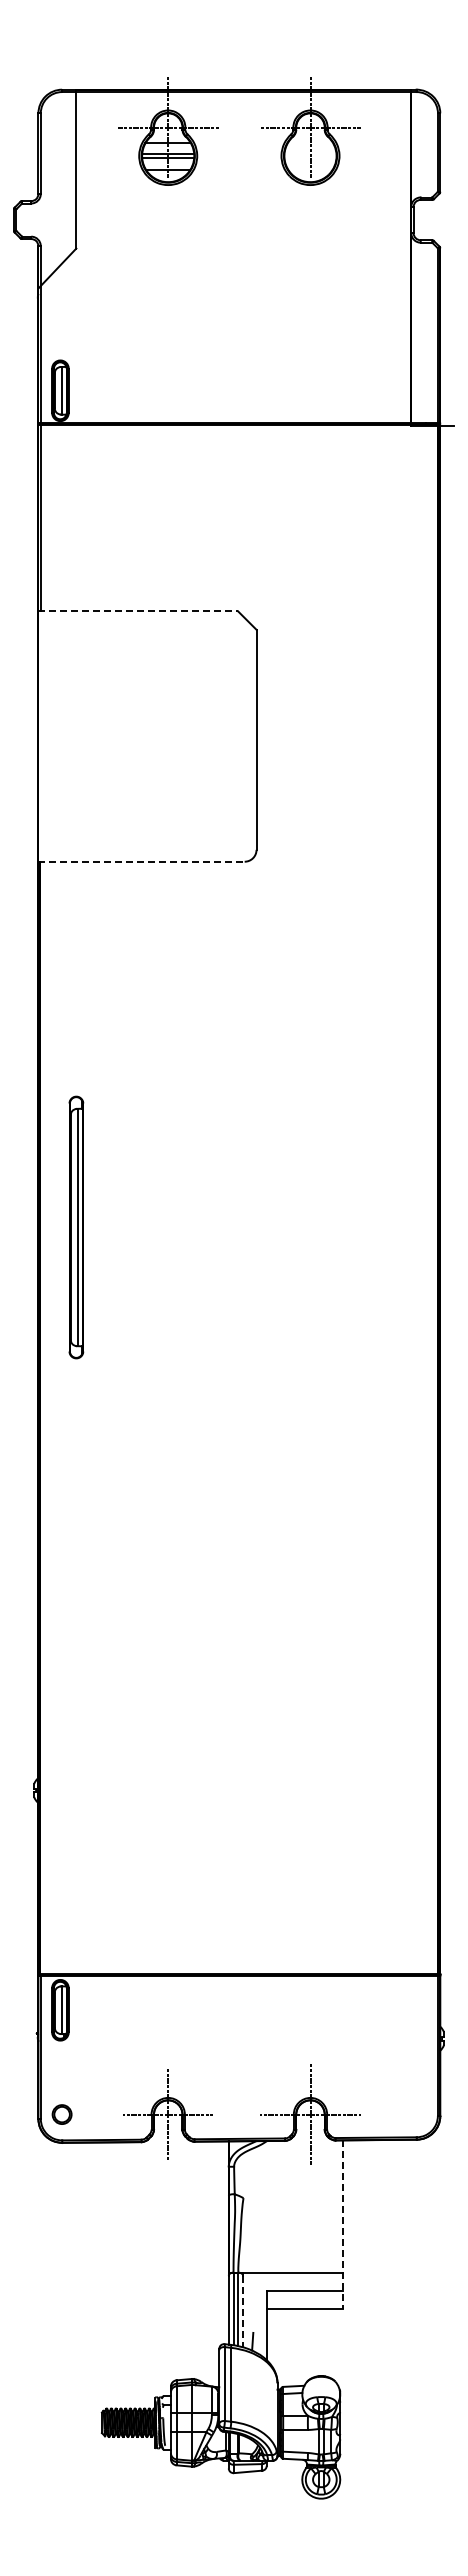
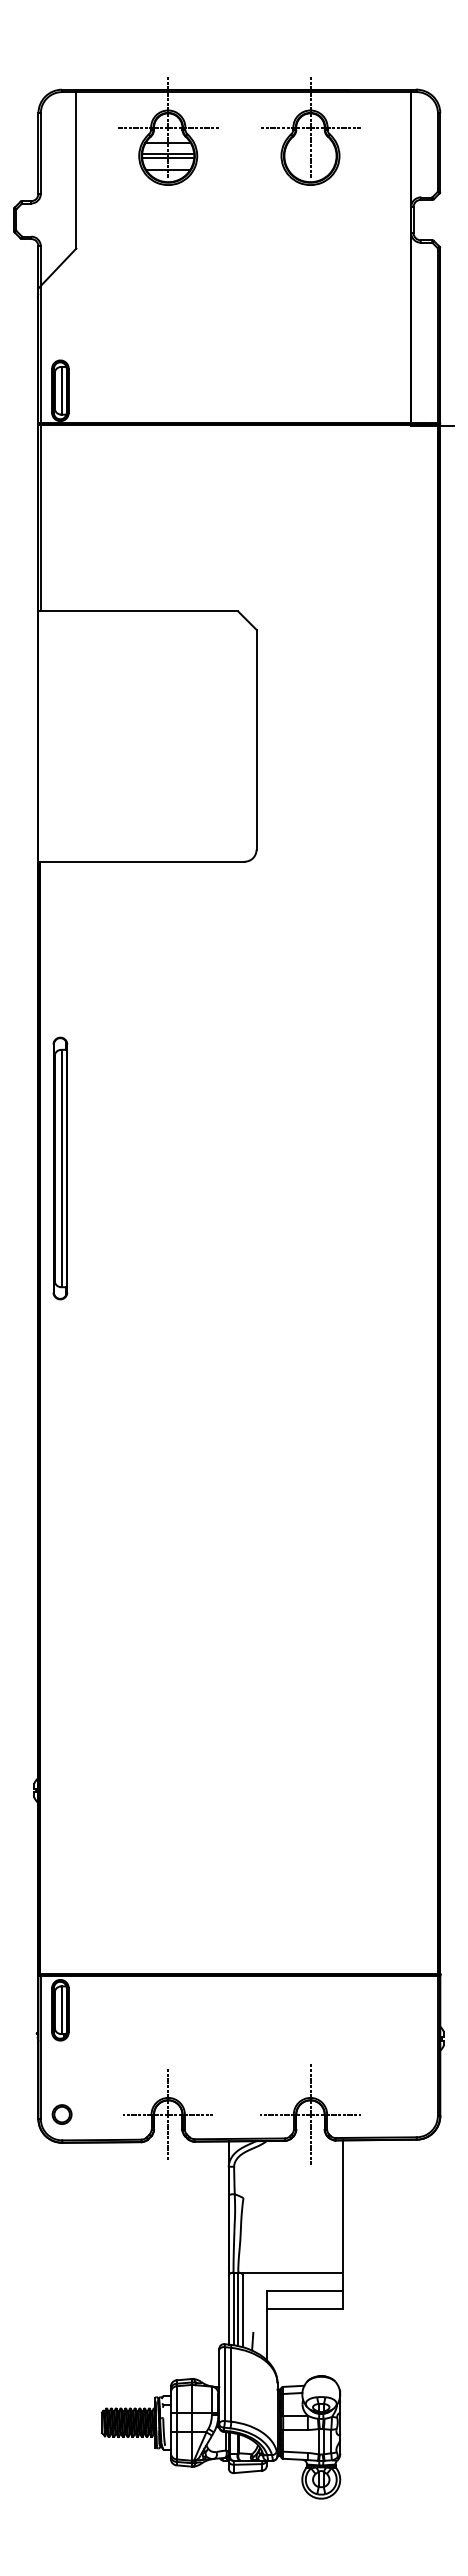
line at (138, 611): dashed -> solid
line at (142, 861): dashed -> solid
part at (76, 1227) position: (76, 1227) -> (60, 1168)
line at (342, 2225): dashed -> solid
line at (243, 2311): dashed -> solid
